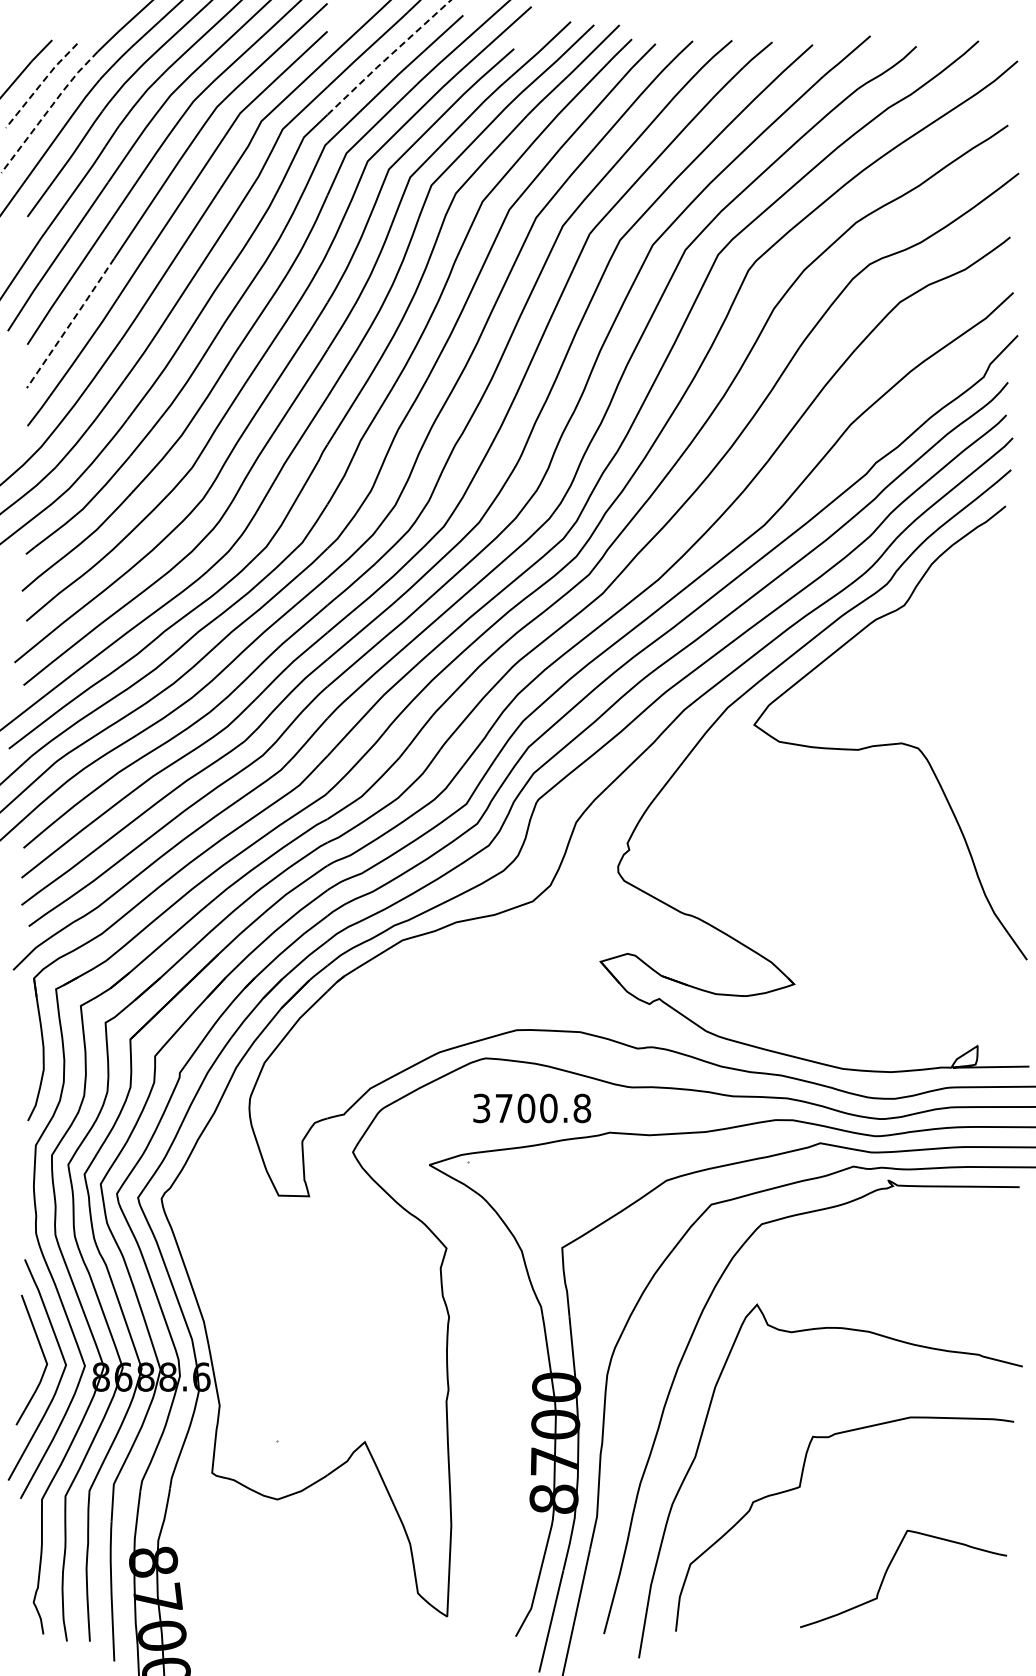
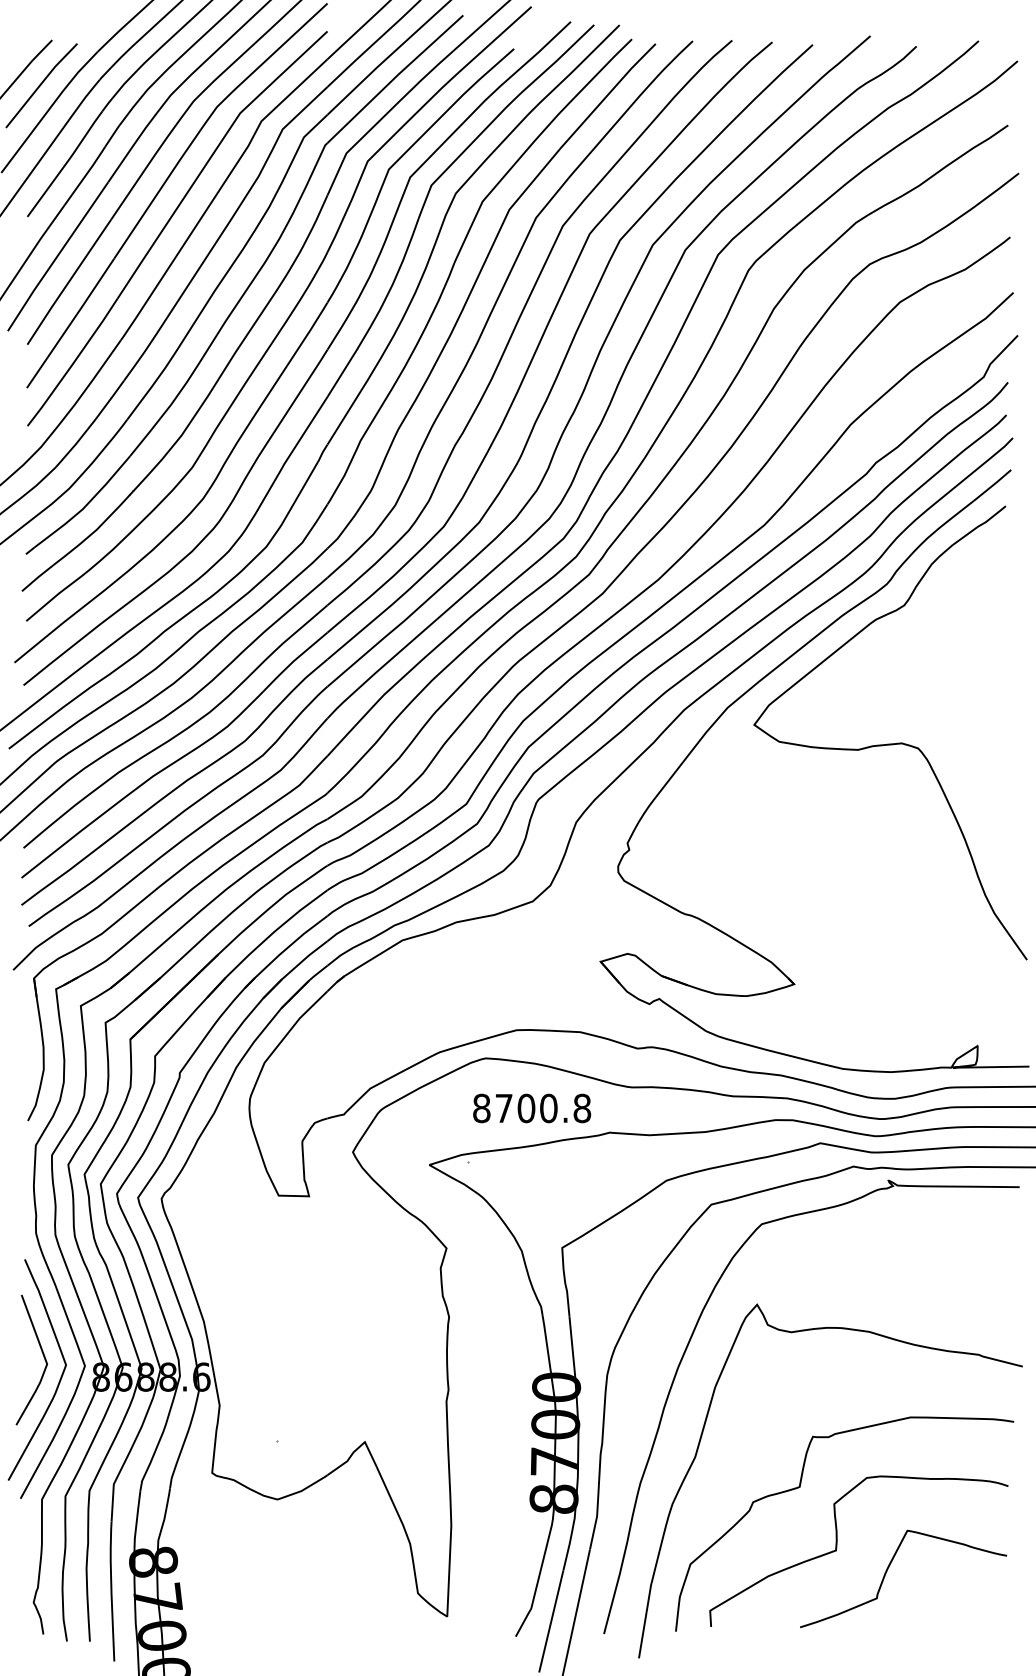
line at (388, 57): dashed -> solid
line at (40, 85): dashed -> solid
line at (48, 109): dashed -> solid
line at (71, 322): dashed -> solid
text at (481, 1108): 3700.8 -> 8700.8
curve at (837, 1548): none -> present
